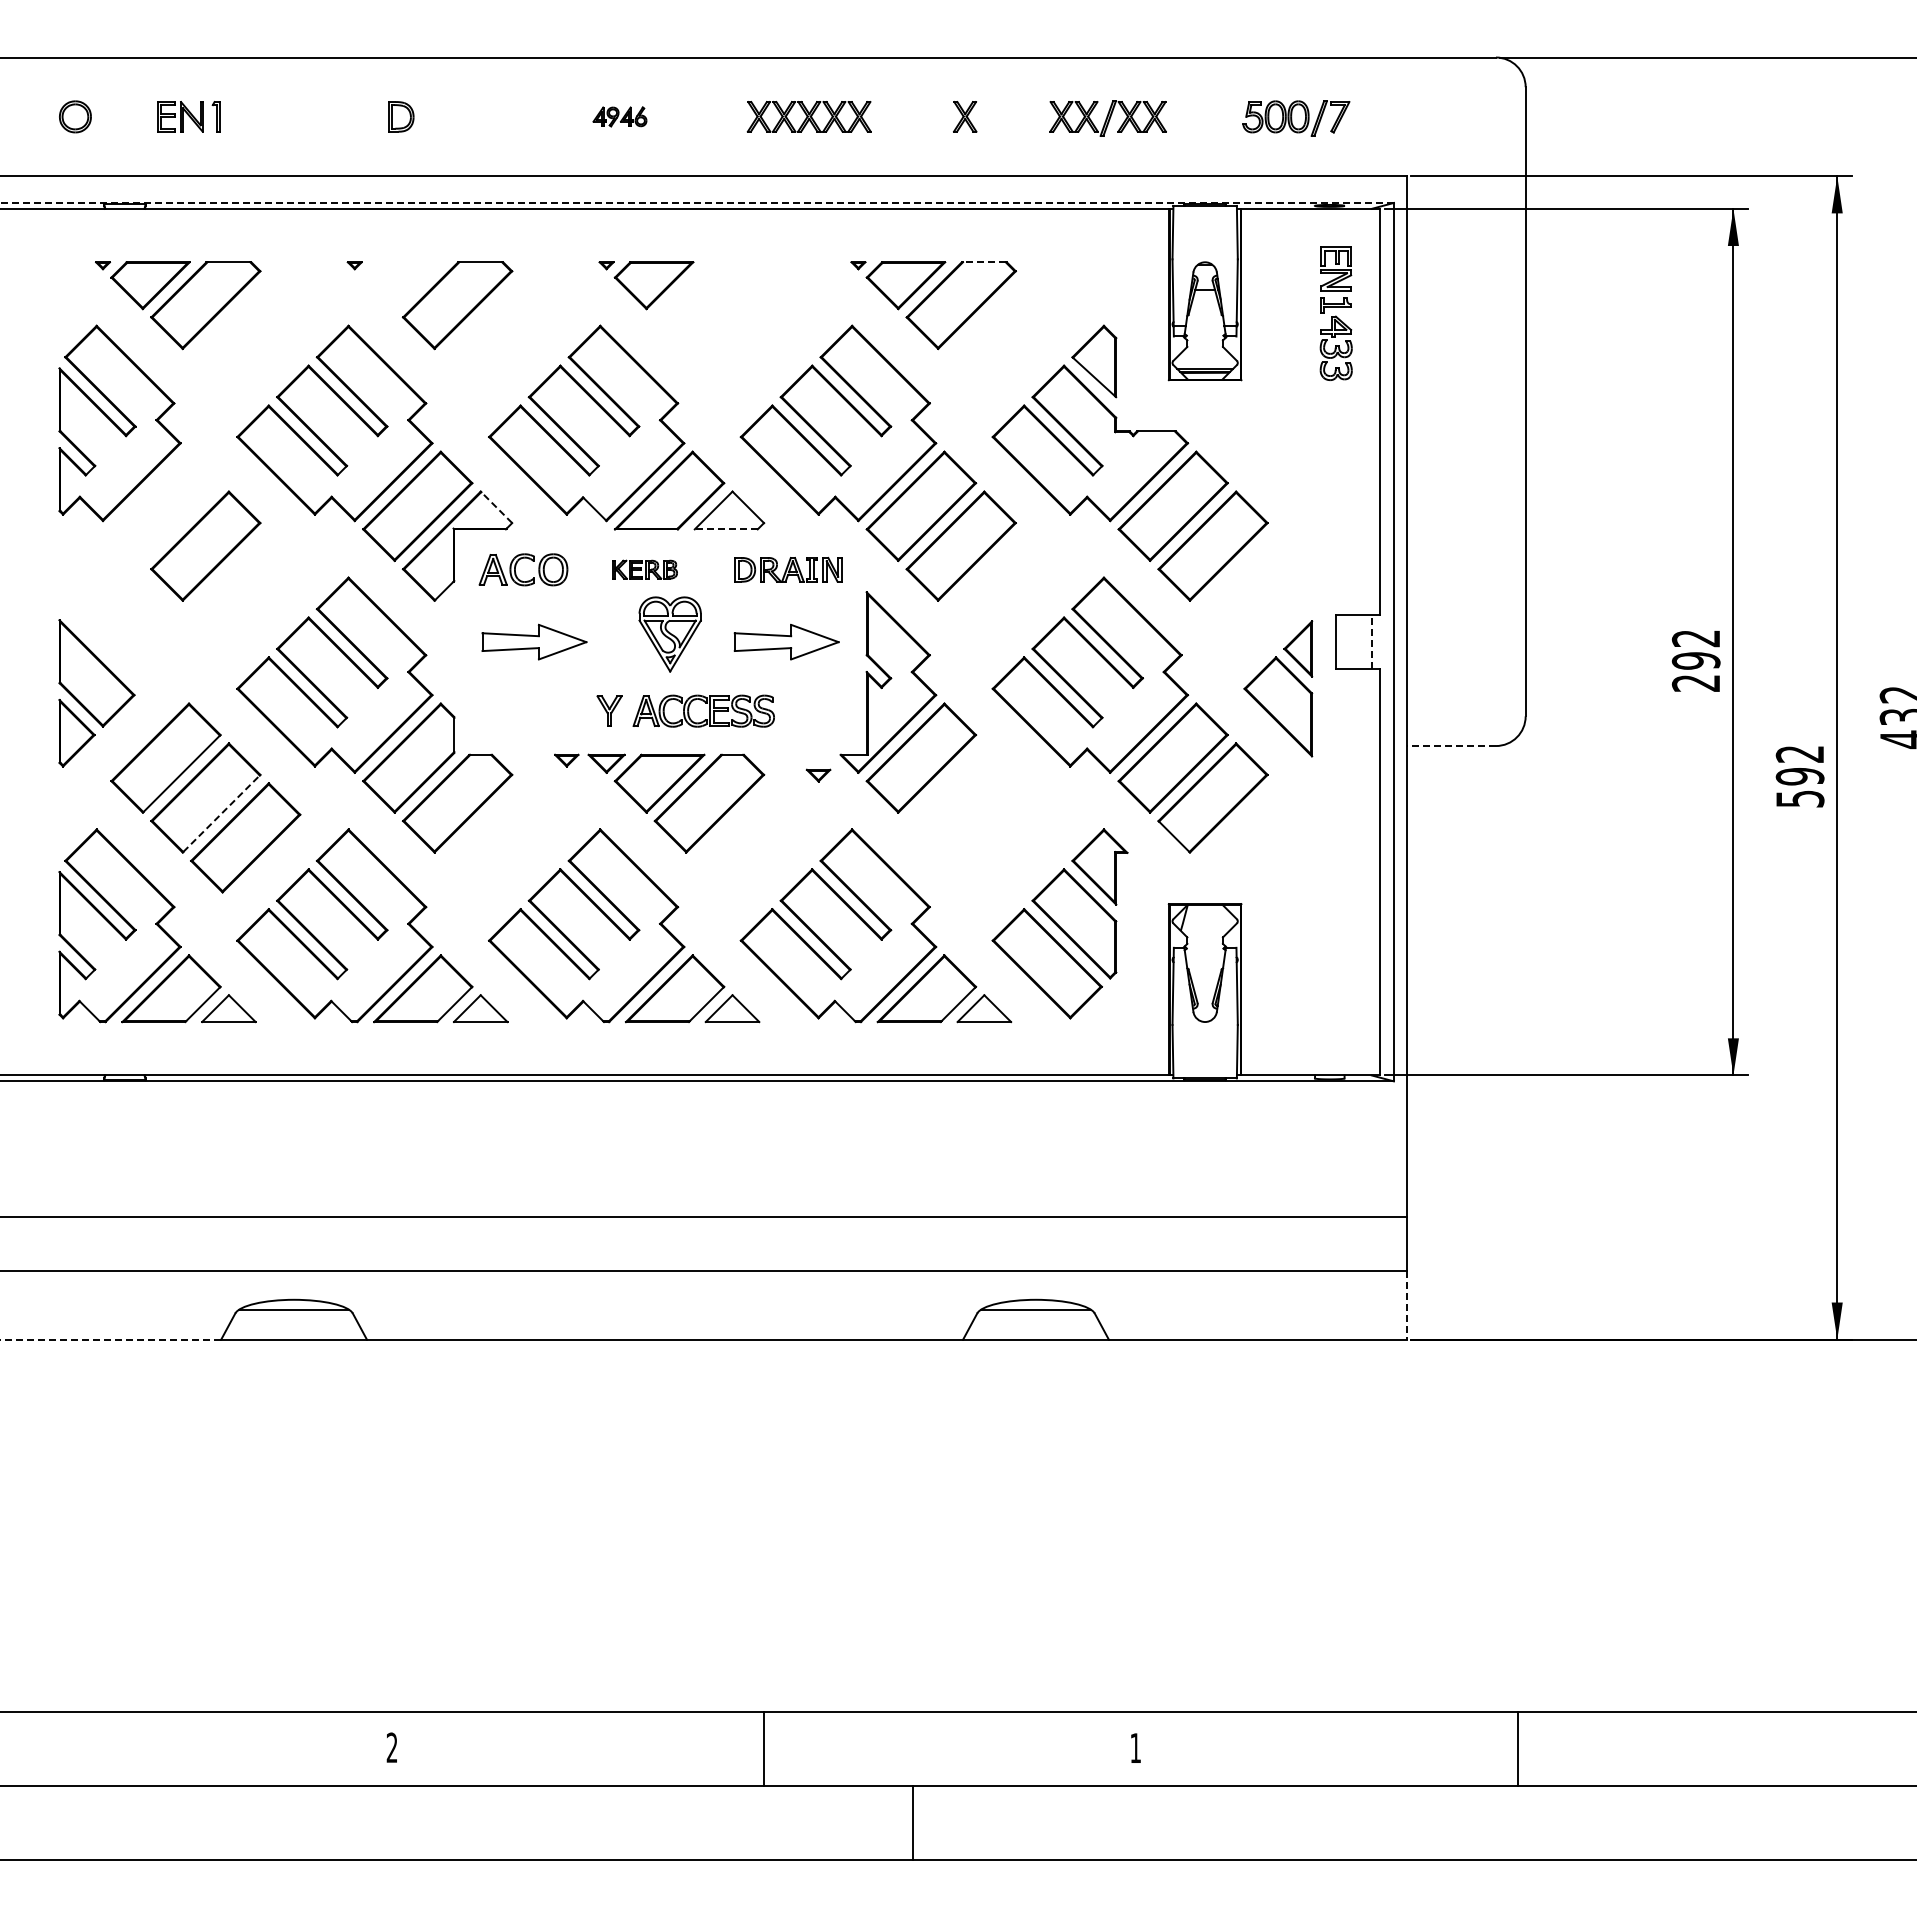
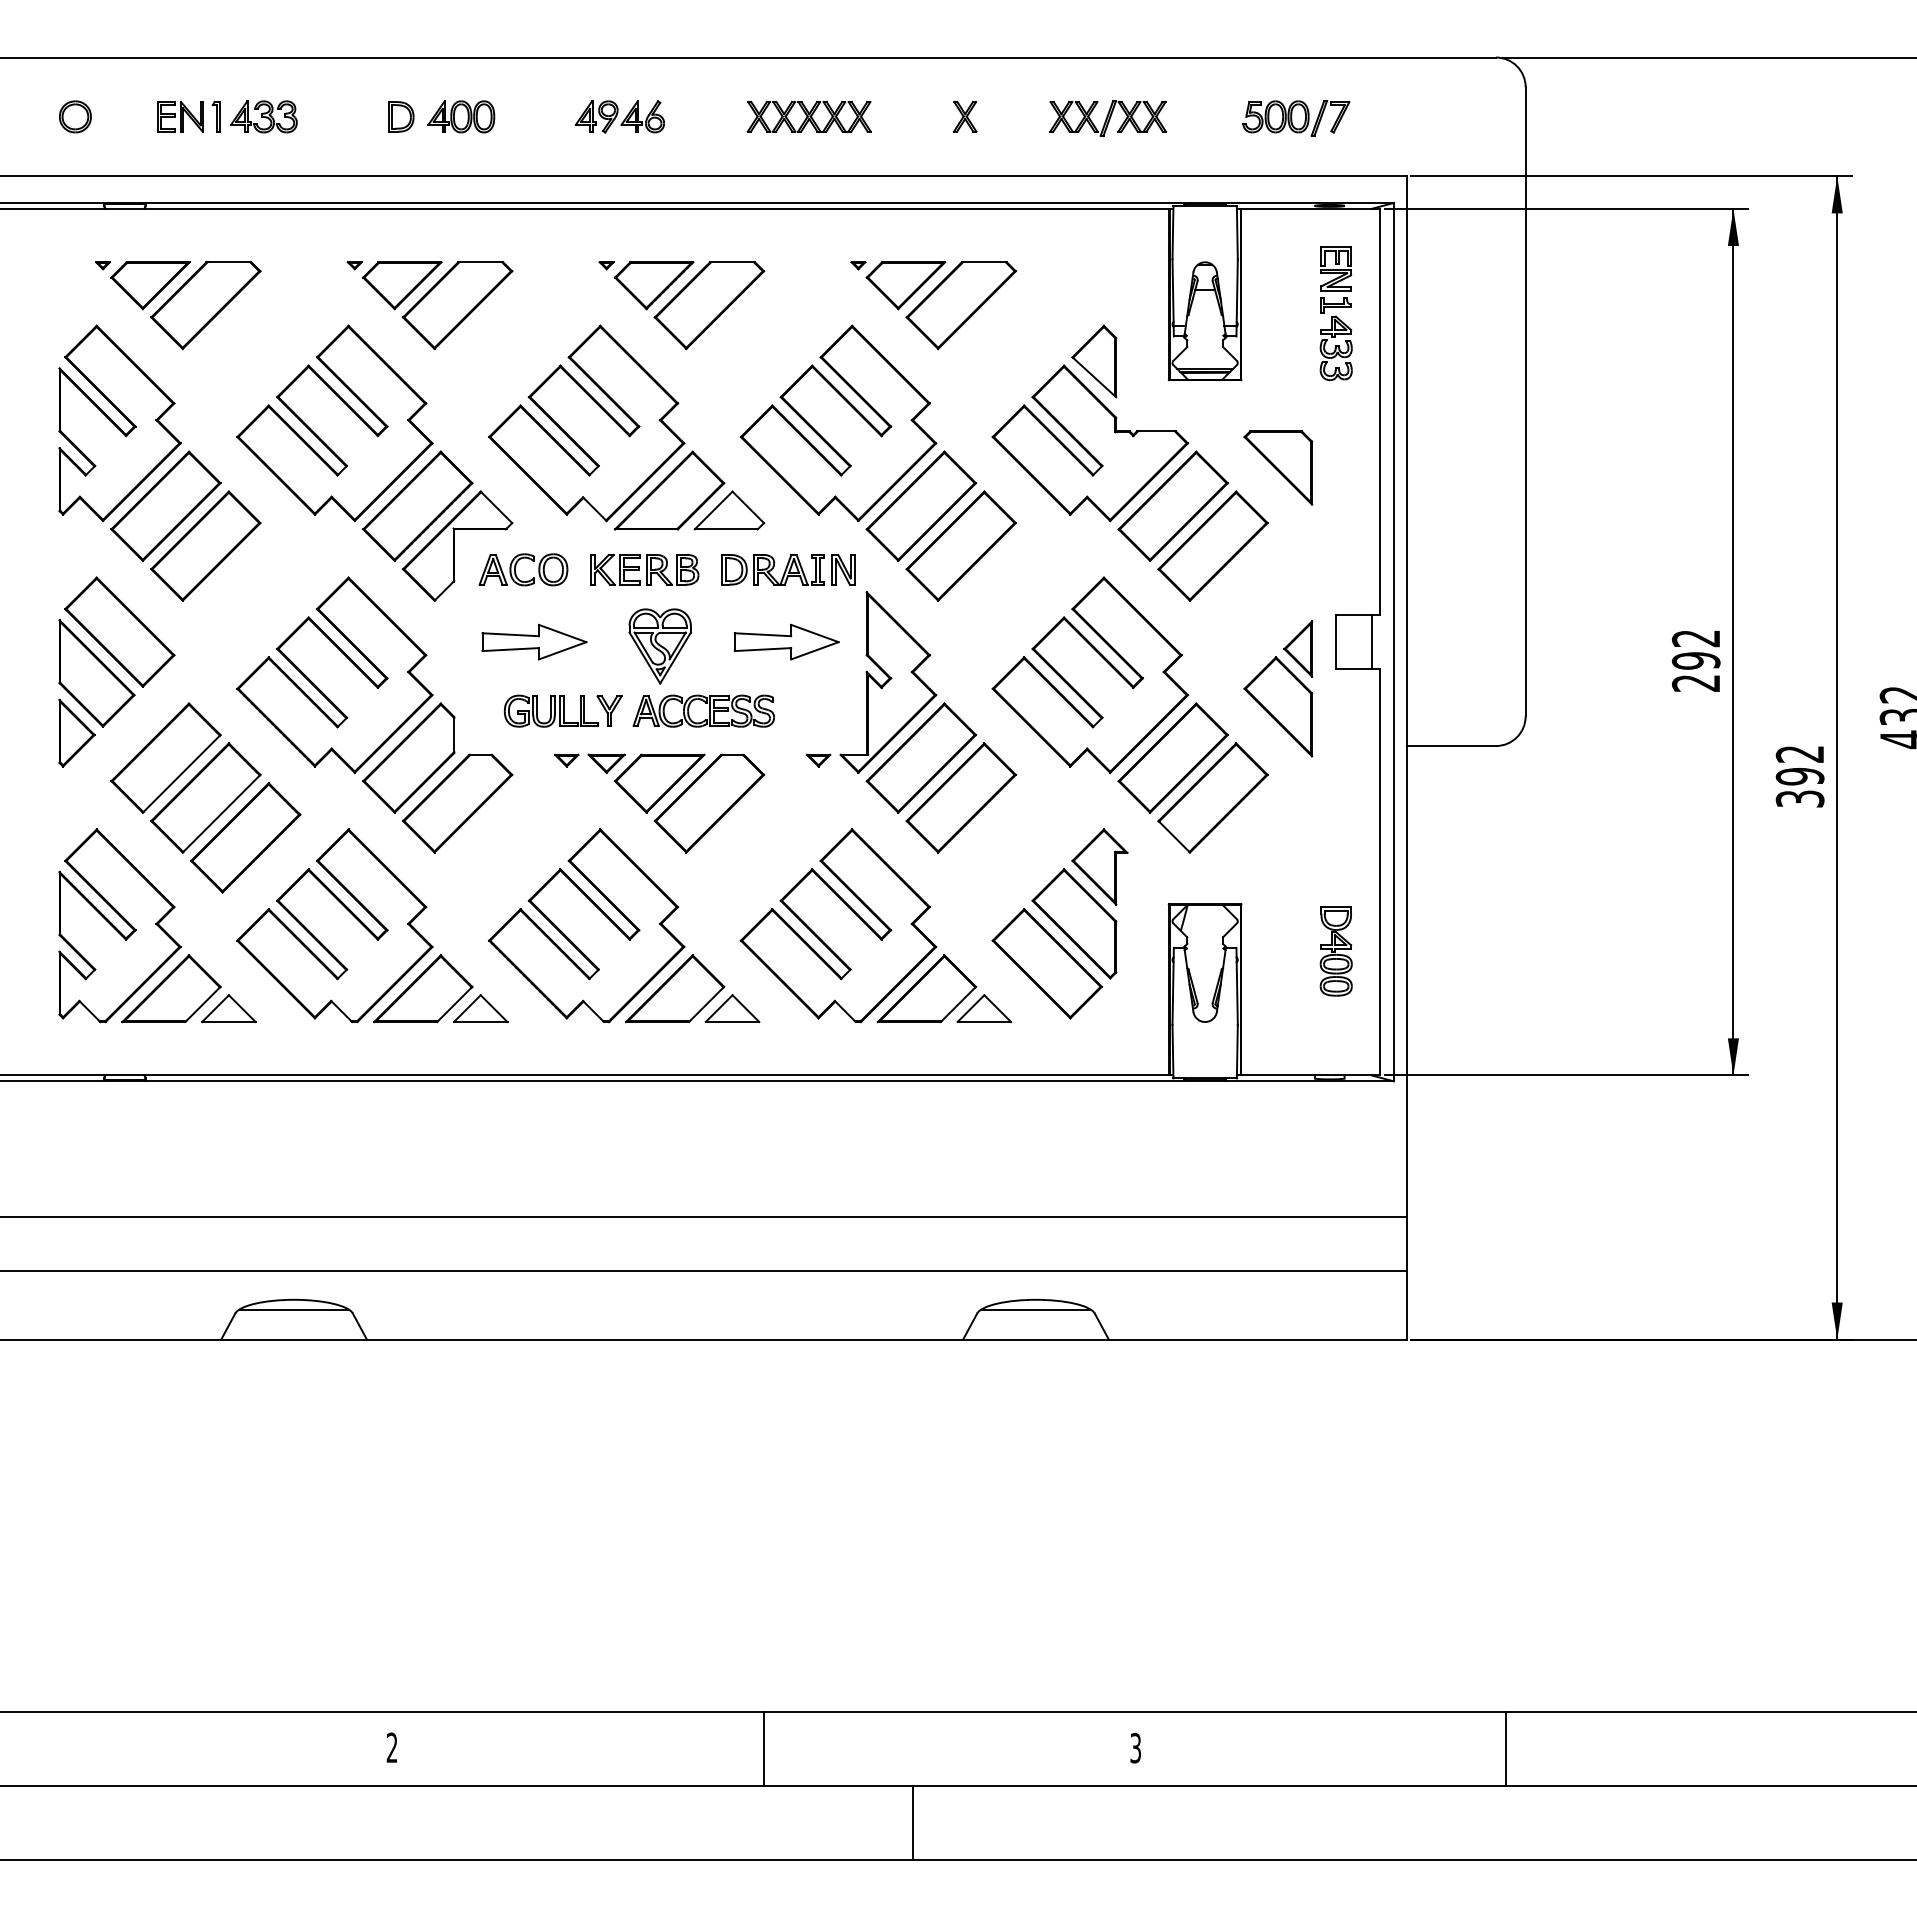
part at (263, 116): none -> present
part at (461, 116): none -> present
part at (619, 116) size: 56x22 px -> 90x34 px
line at (697, 202): dashed -> solid
line at (983, 262): dashed -> solid
part at (402, 285): none -> present
part at (709, 305): none -> present
part at (1278, 467): none -> present
part at (165, 505): none -> present
line at (496, 507): dashed -> solid
line at (725, 529): dashed -> solid
part at (644, 569) size: 66x21 px -> 110x33 px
part at (788, 569) size: 109x26 px -> 135x32 px
part at (119, 631): none -> present
part at (669, 634) position: (669, 634) -> (659, 646)
line at (1371, 642): dashed -> solid
part at (550, 710): none -> present
line at (1451, 746): dashed -> solid
part at (818, 775) position: (818, 775) -> (818, 760)
part at (960, 797): none -> present
text at (1799, 798): 592 -> 392
line at (221, 813): dashed -> solid
part at (1335, 951): none -> present
line at (1406, 1305): dashed -> solid
line at (110, 1339): dashed -> solid
text at (1135, 1747): 1 -> 3
line at (1518, 1749) position: (1518, 1749) -> (1506, 1749)
